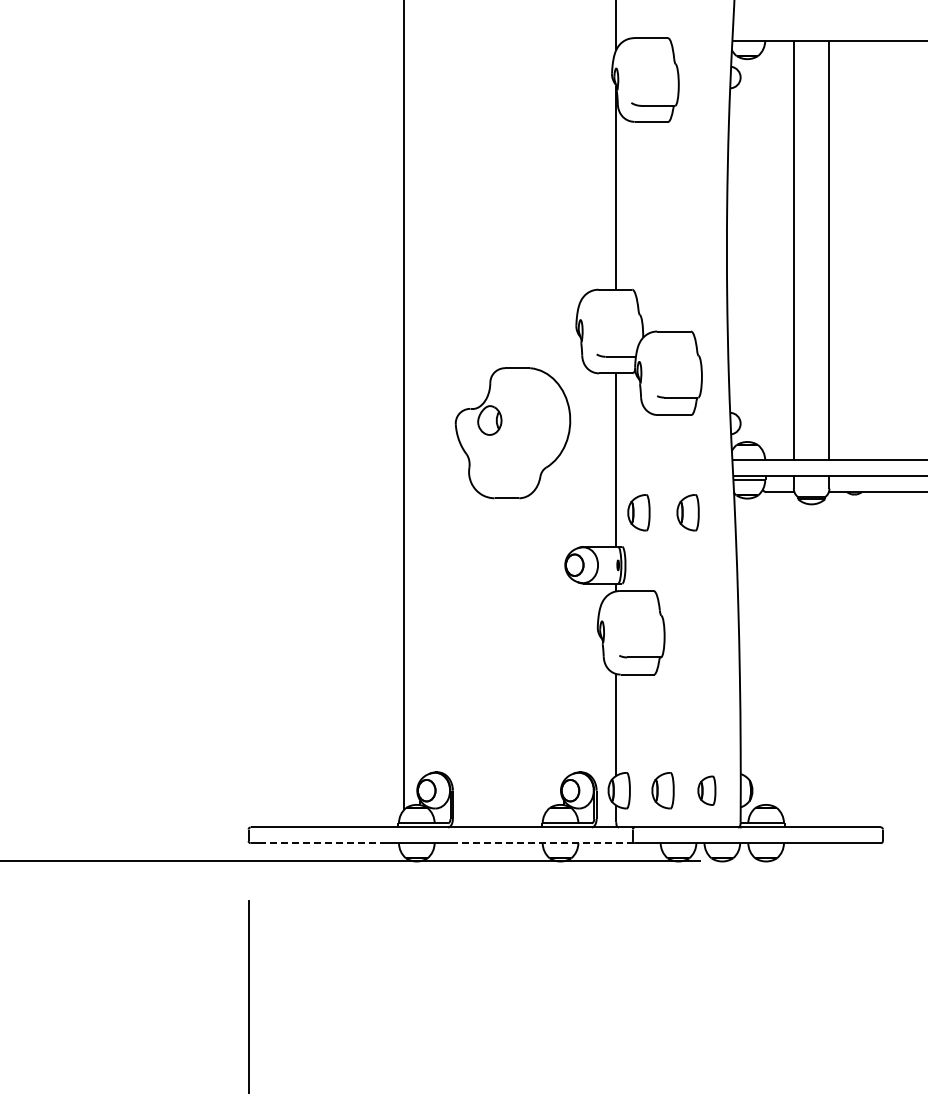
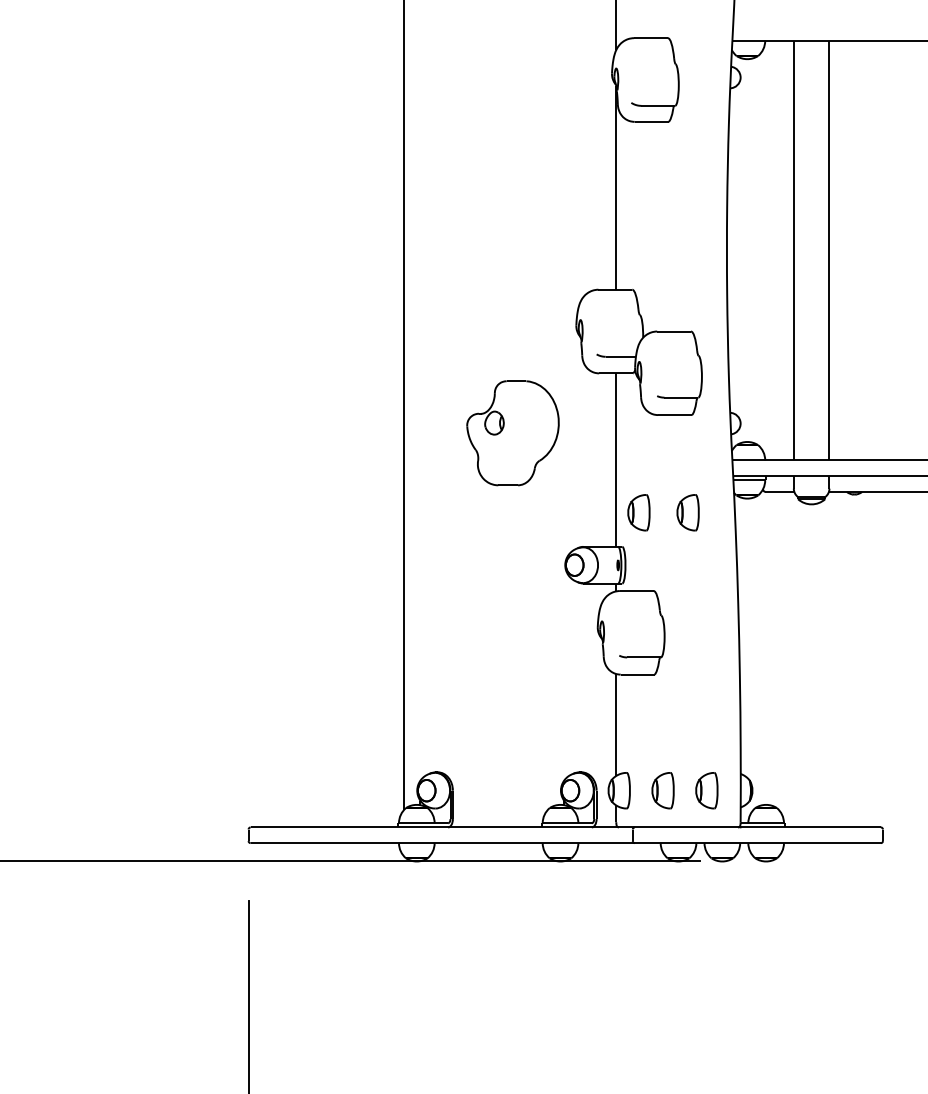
part at (512, 433) size: 118x133 px -> 94x107 px
part at (706, 790) size: 20x31 px -> 24x38 px
line at (322, 843): dashed -> solid
line at (542, 843): dashed -> solid
